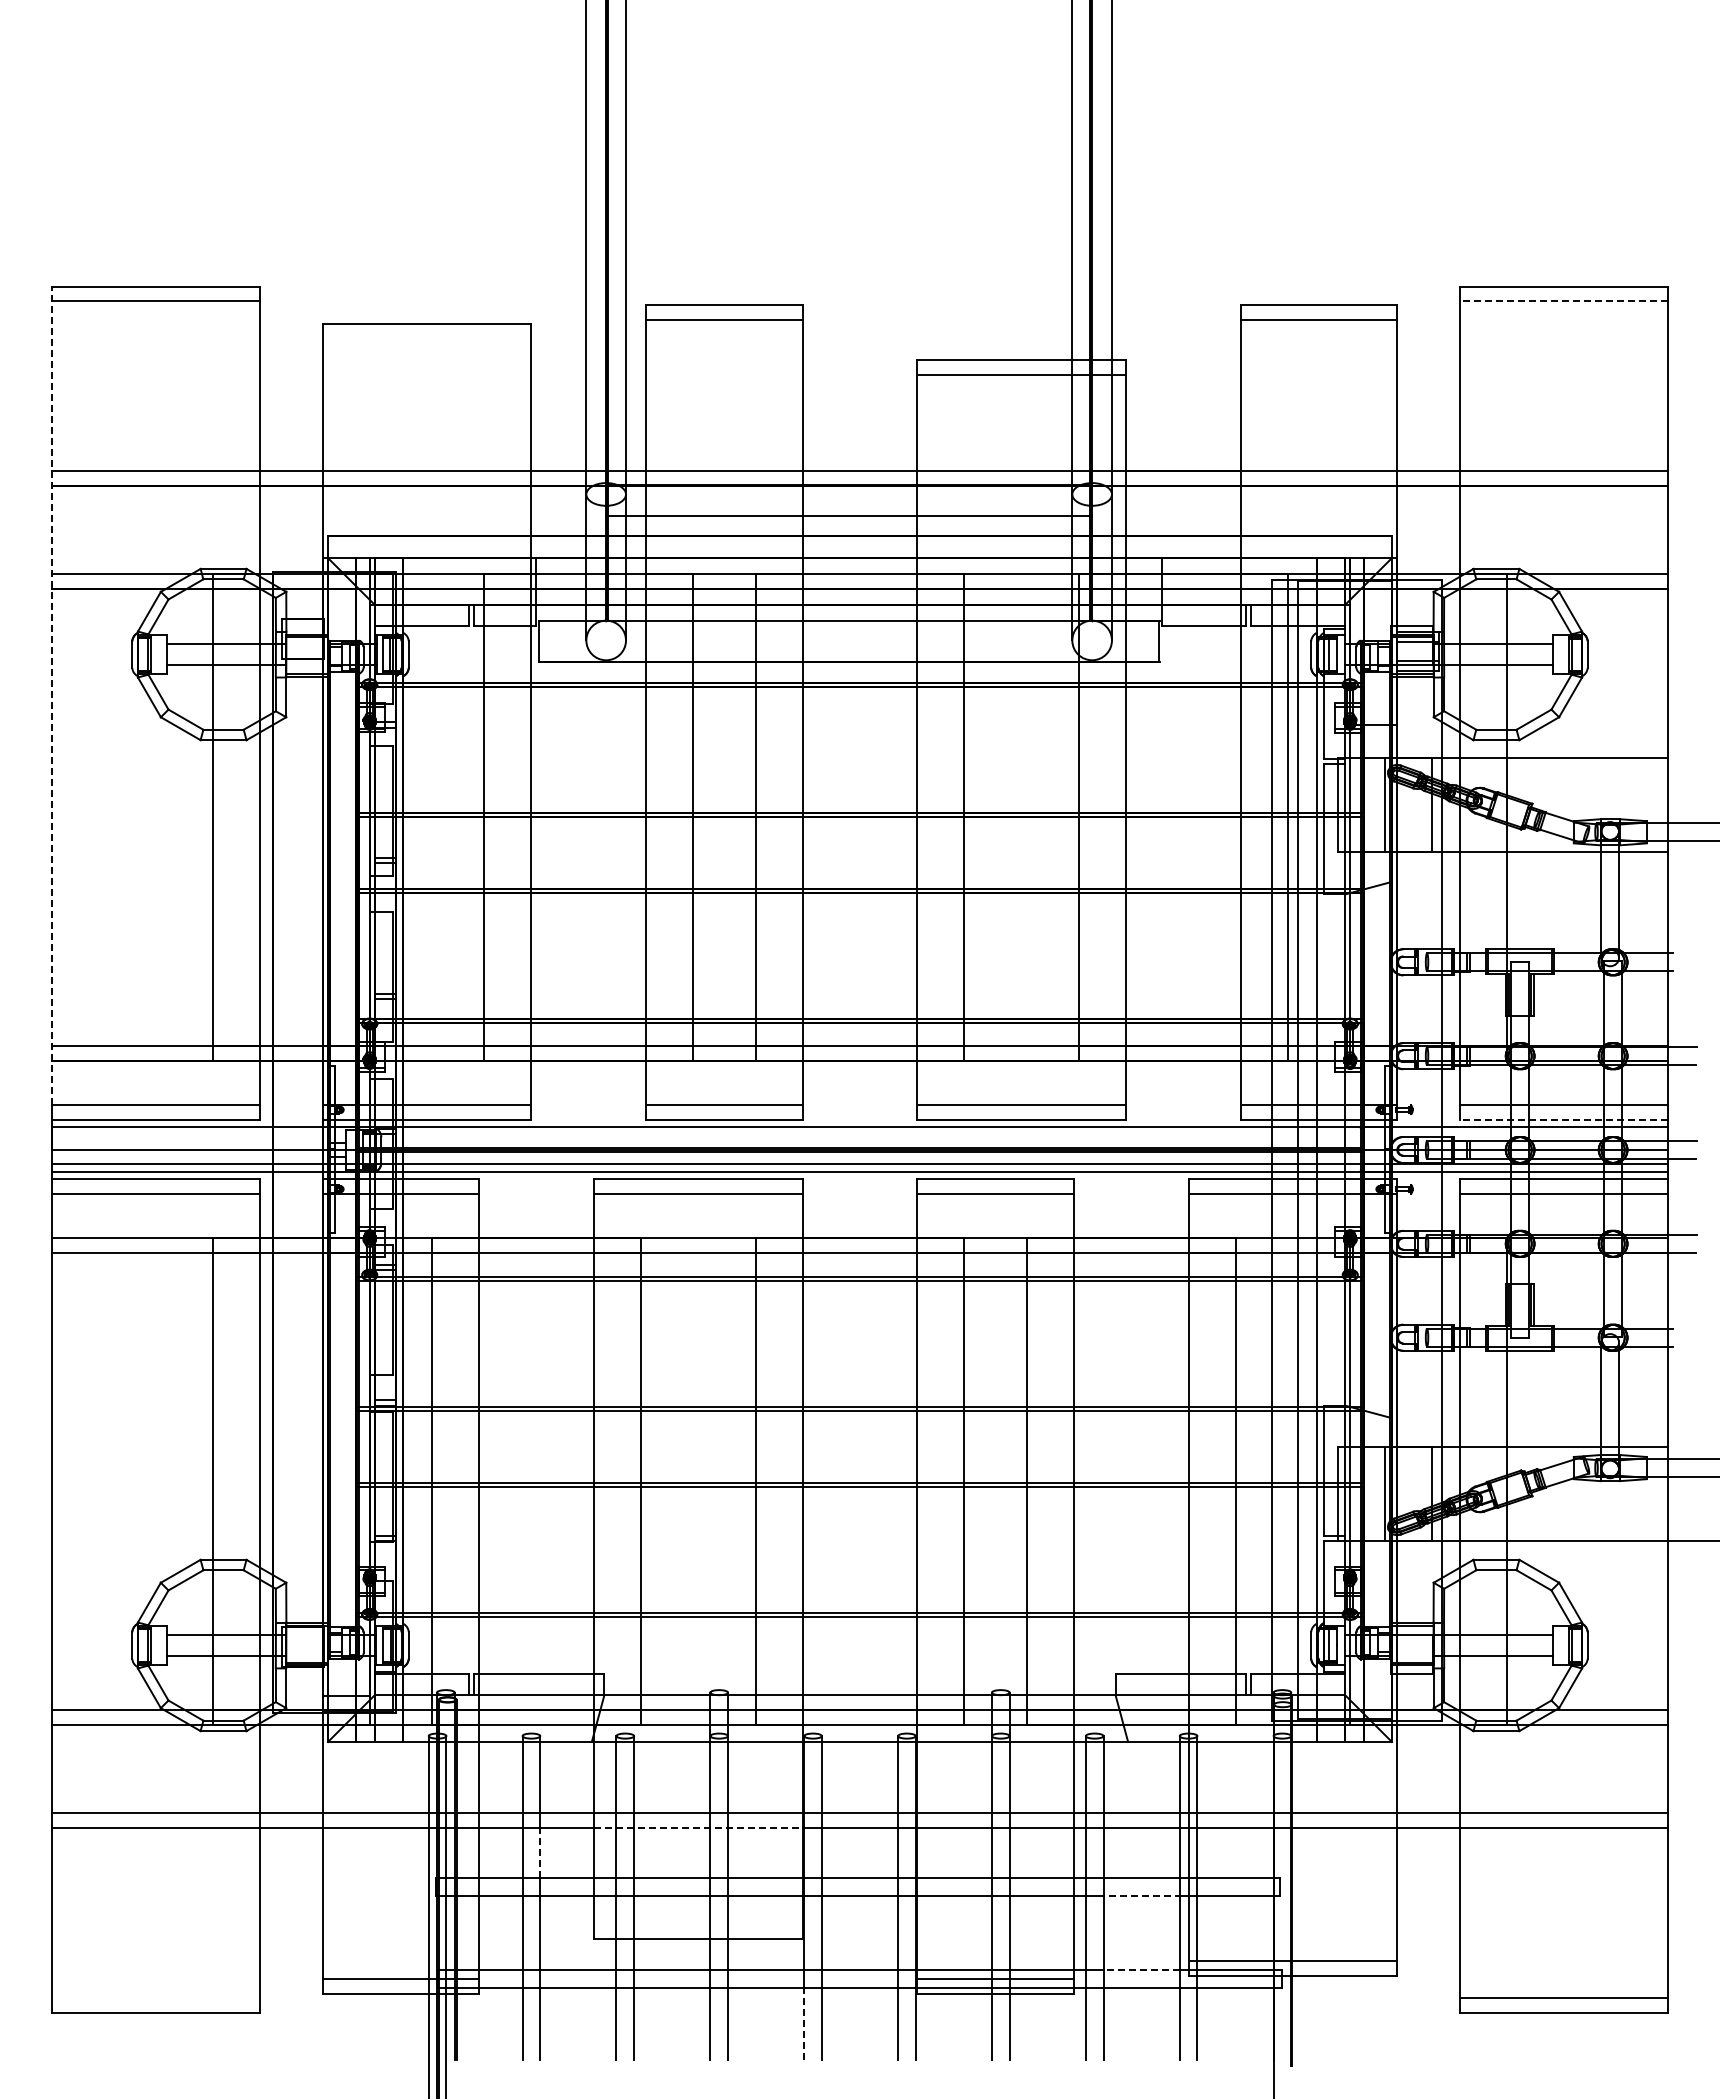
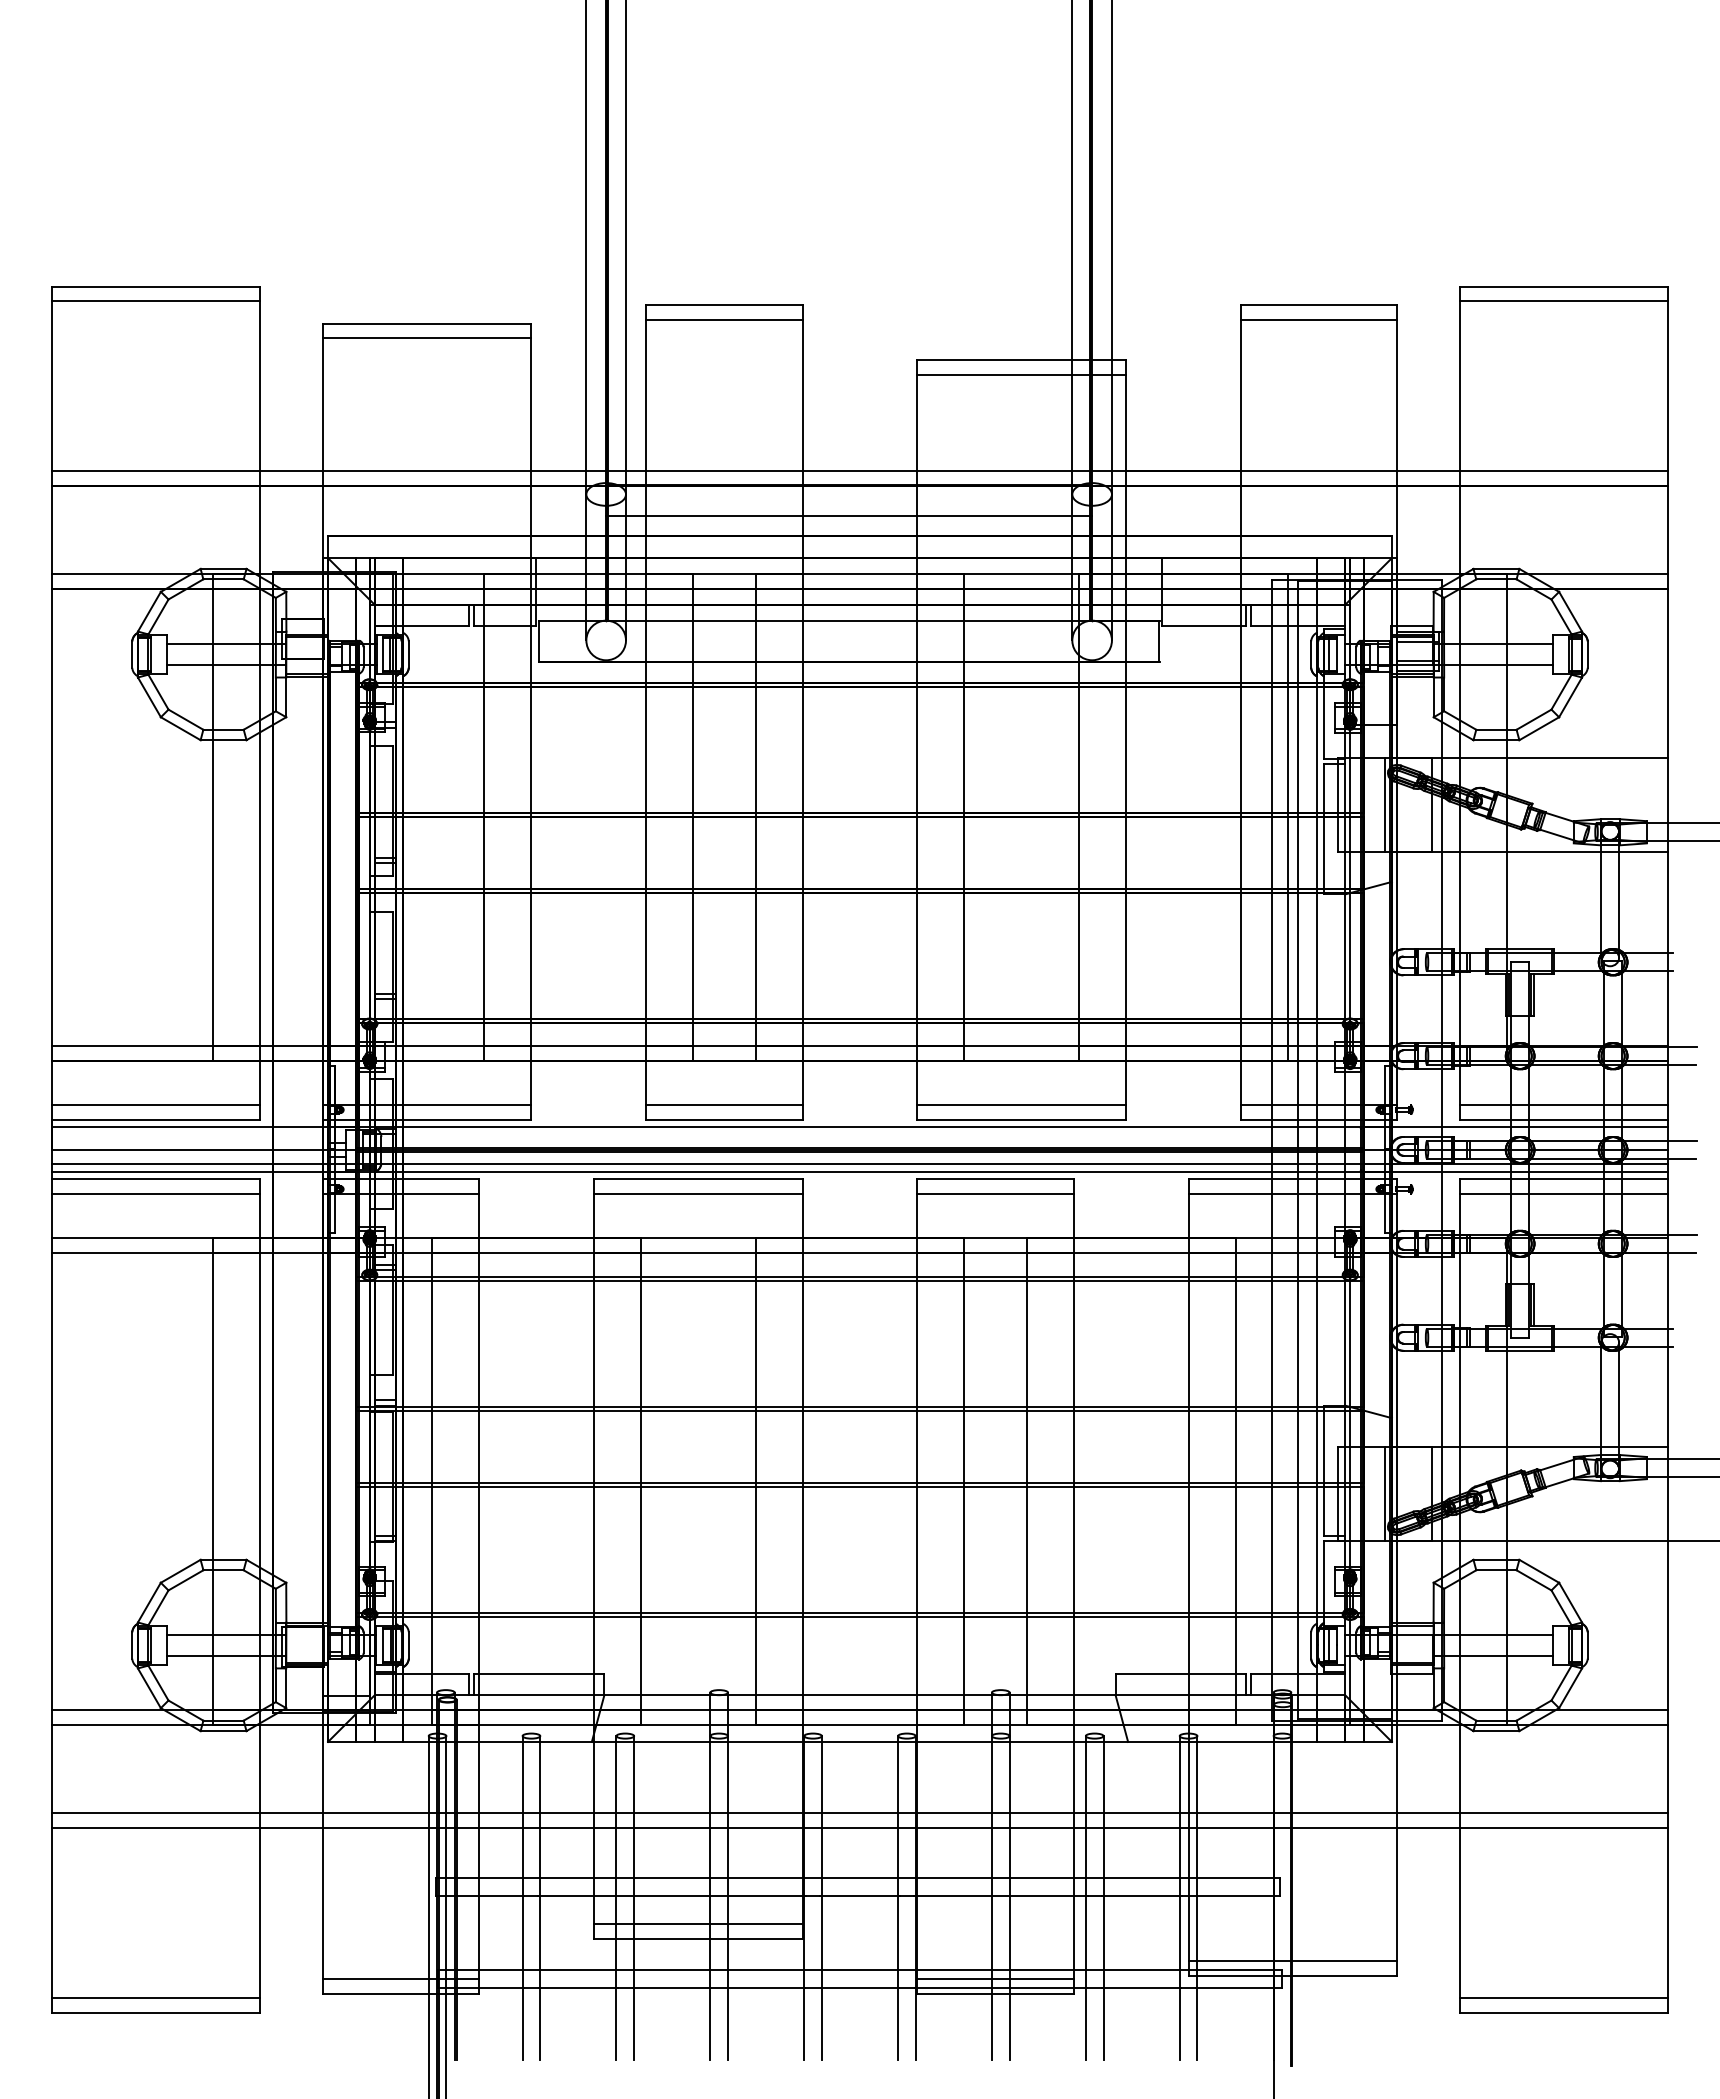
line at (1563, 301): dashed -> solid
line at (426, 338): none -> present
line at (51, 695): dashed -> solid
line at (1563, 1120): dashed -> solid
line at (698, 1828): dashed -> solid
line at (540, 1852): dashed -> solid
line at (1141, 1895): dashed -> solid
line at (698, 1924): none -> present
line at (1141, 1969): dashed -> solid
line at (155, 1997): none -> present
line at (804, 2023): dashed -> solid
